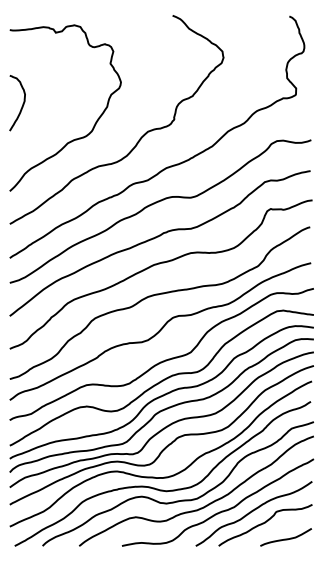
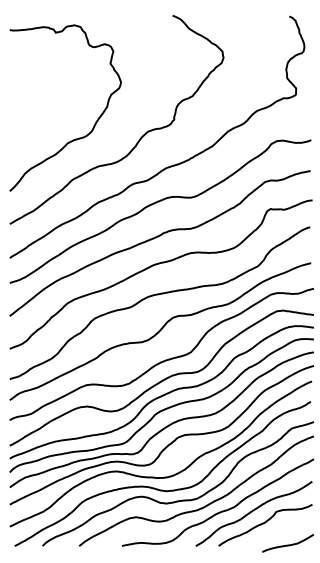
curve at (22, 103): present -> none
curve at (285, 538) position: (285, 538) -> (287, 544)
